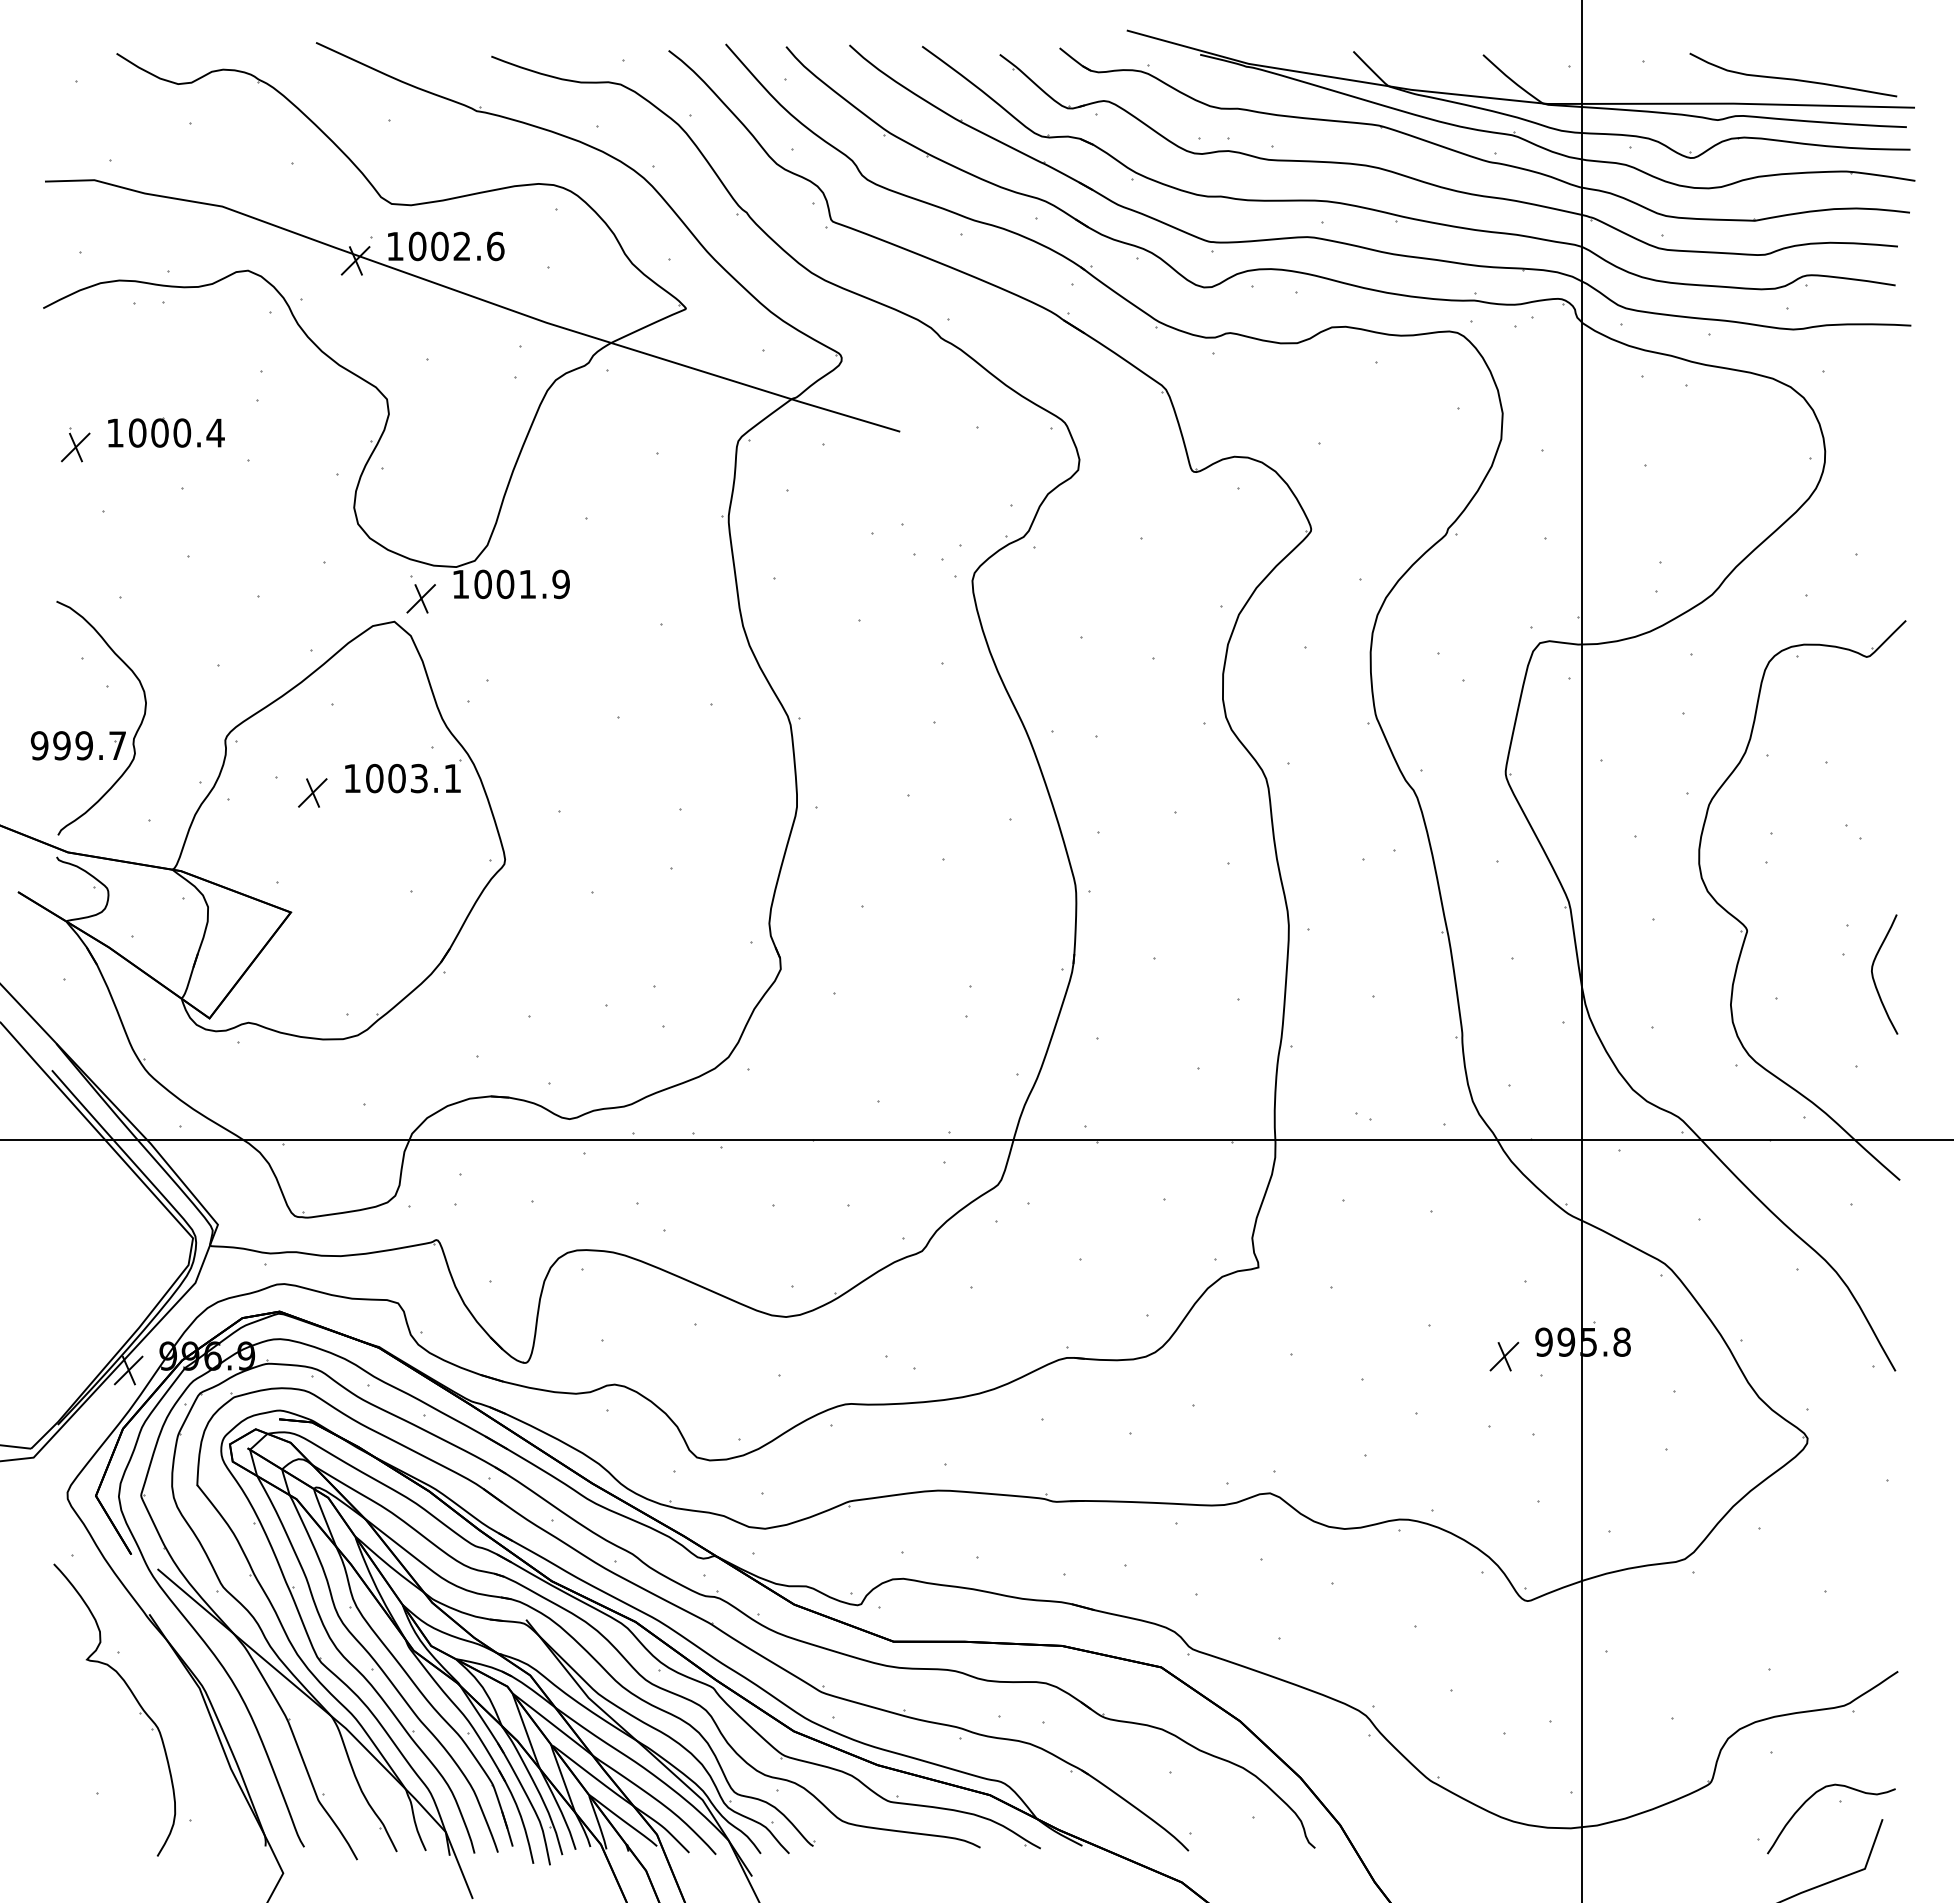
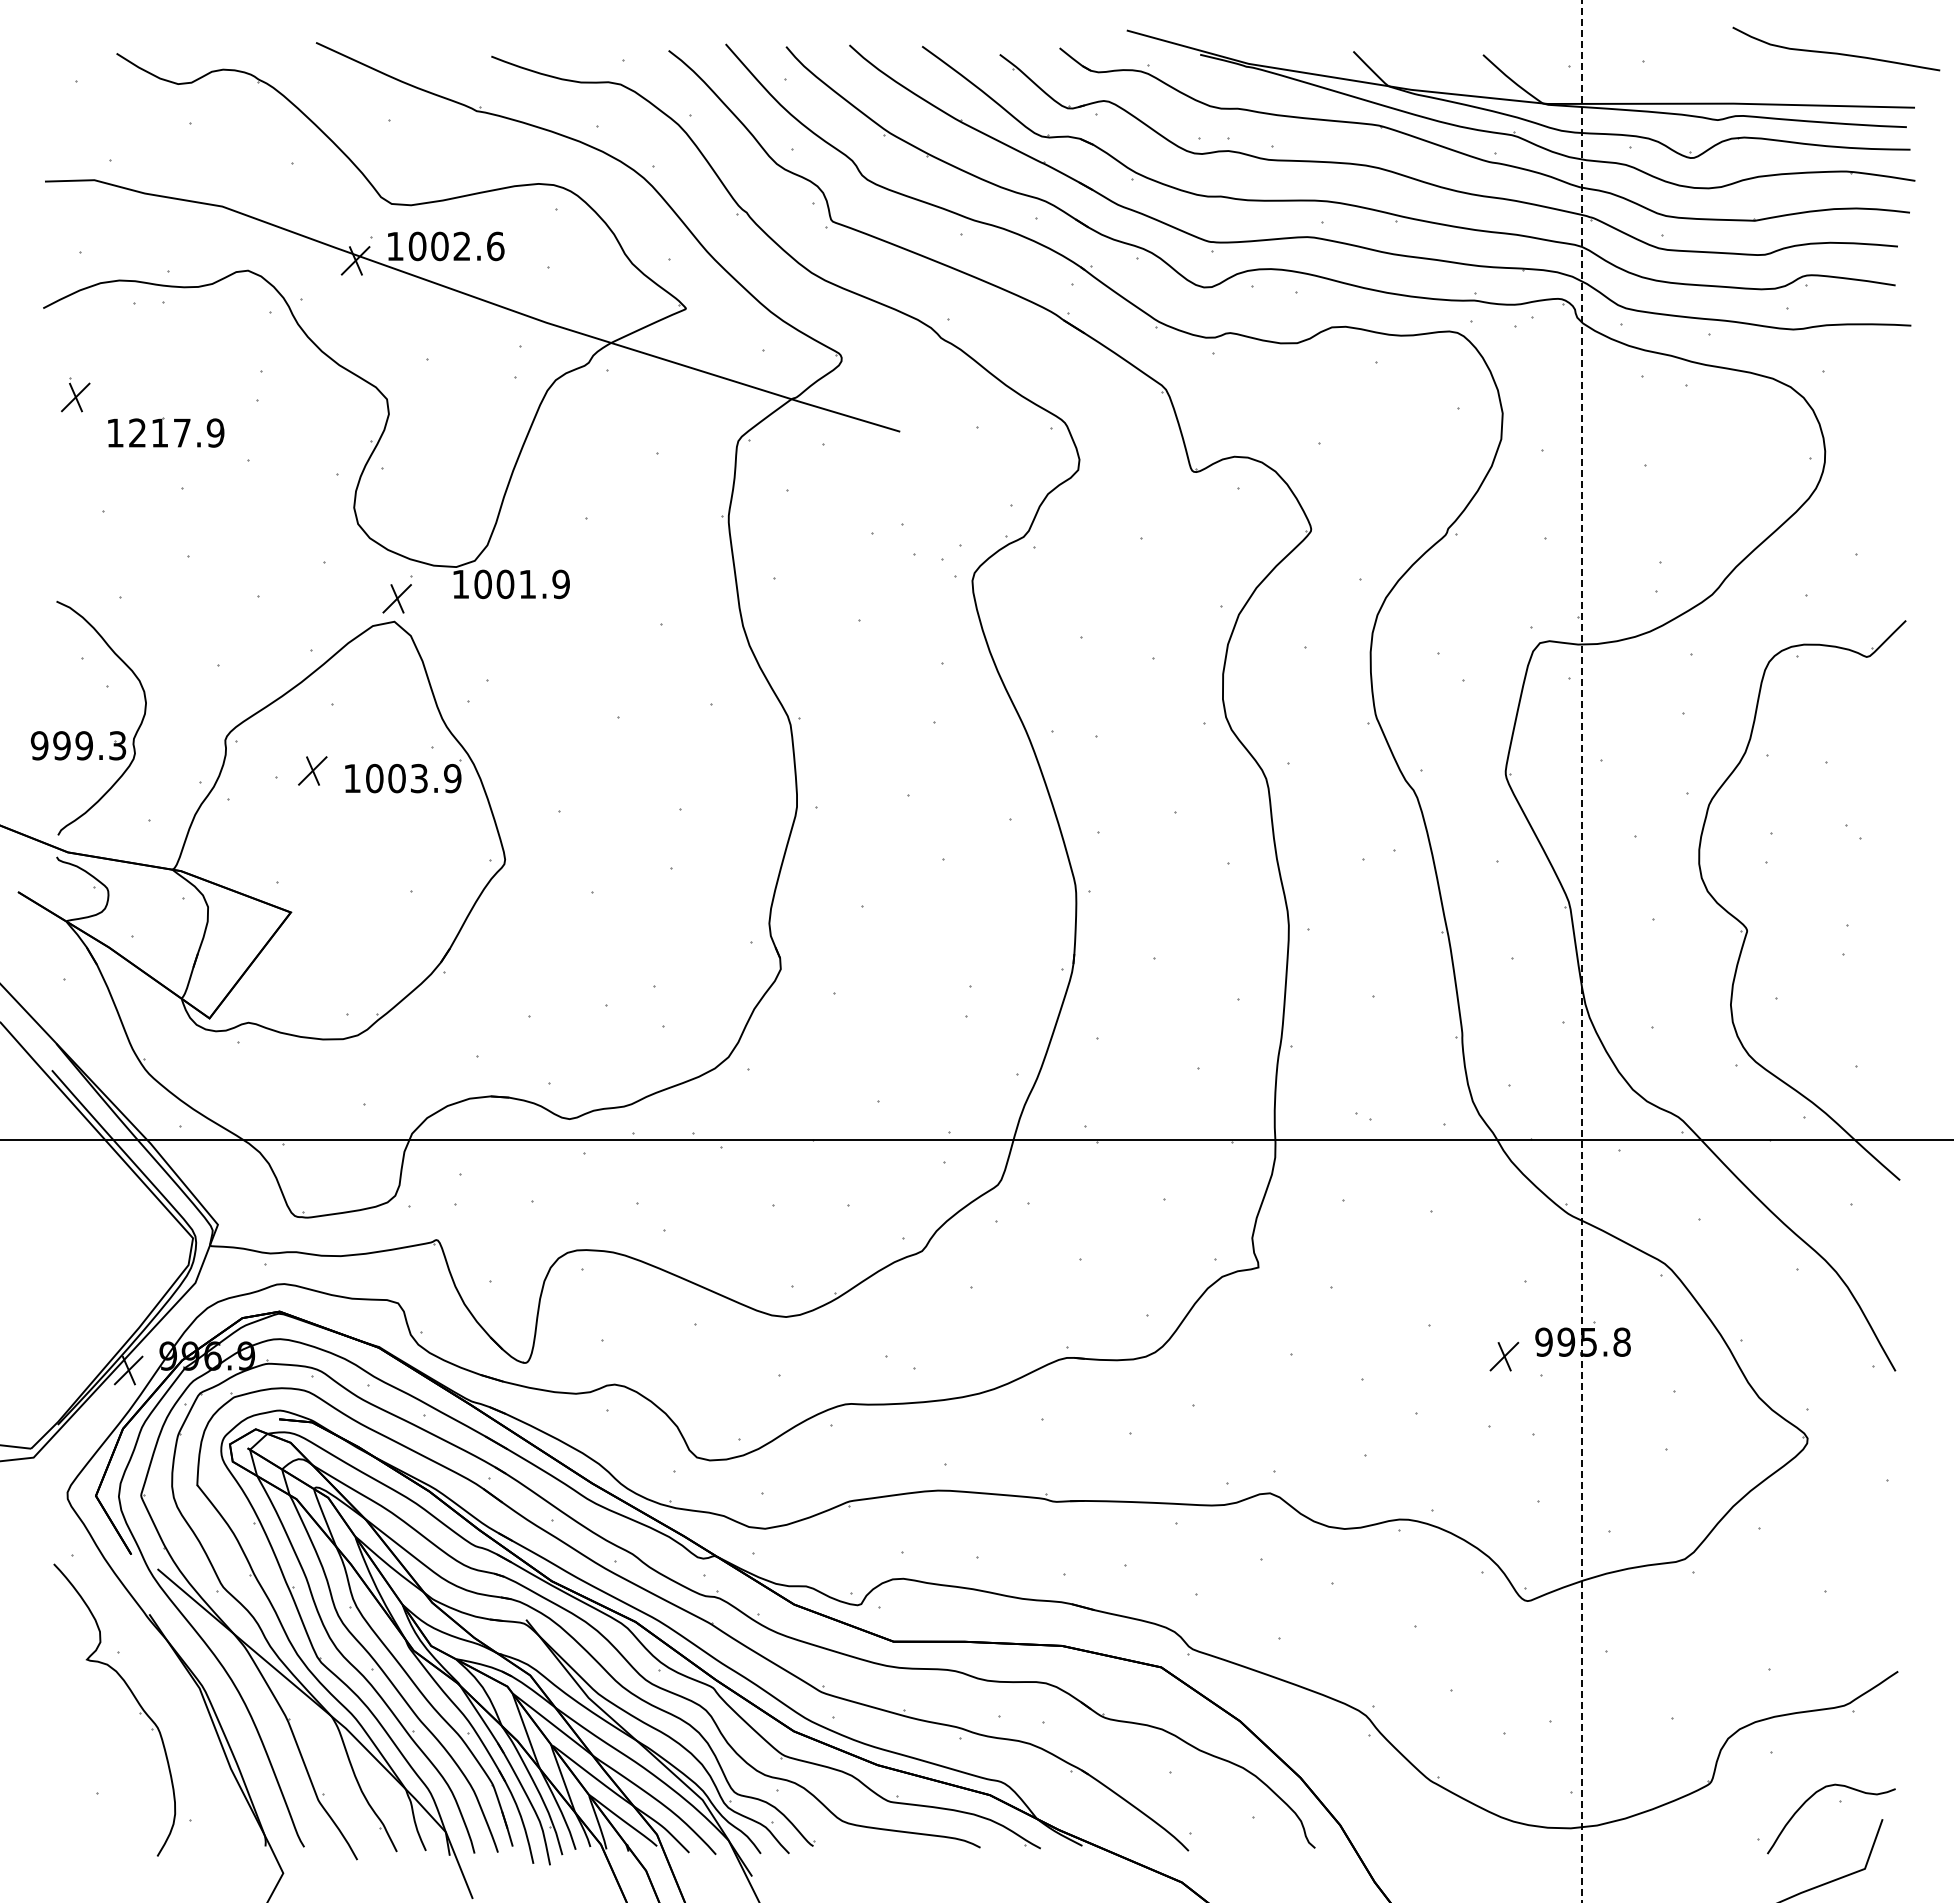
curve at (1793, 78) position: (1793, 78) -> (1836, 52)
text at (176, 432): 1000.4 -> 1217.9
part at (75, 444) position: (75, 444) -> (75, 394)
part at (420, 598) position: (420, 598) -> (396, 598)
text at (117, 745): 999.7 -> 999.3
text at (452, 778): 1003.1 -> 1003.9
part at (312, 792) position: (312, 792) -> (312, 770)
line at (1581, 951): solid -> dashed
curve at (1874, 978): present -> none
